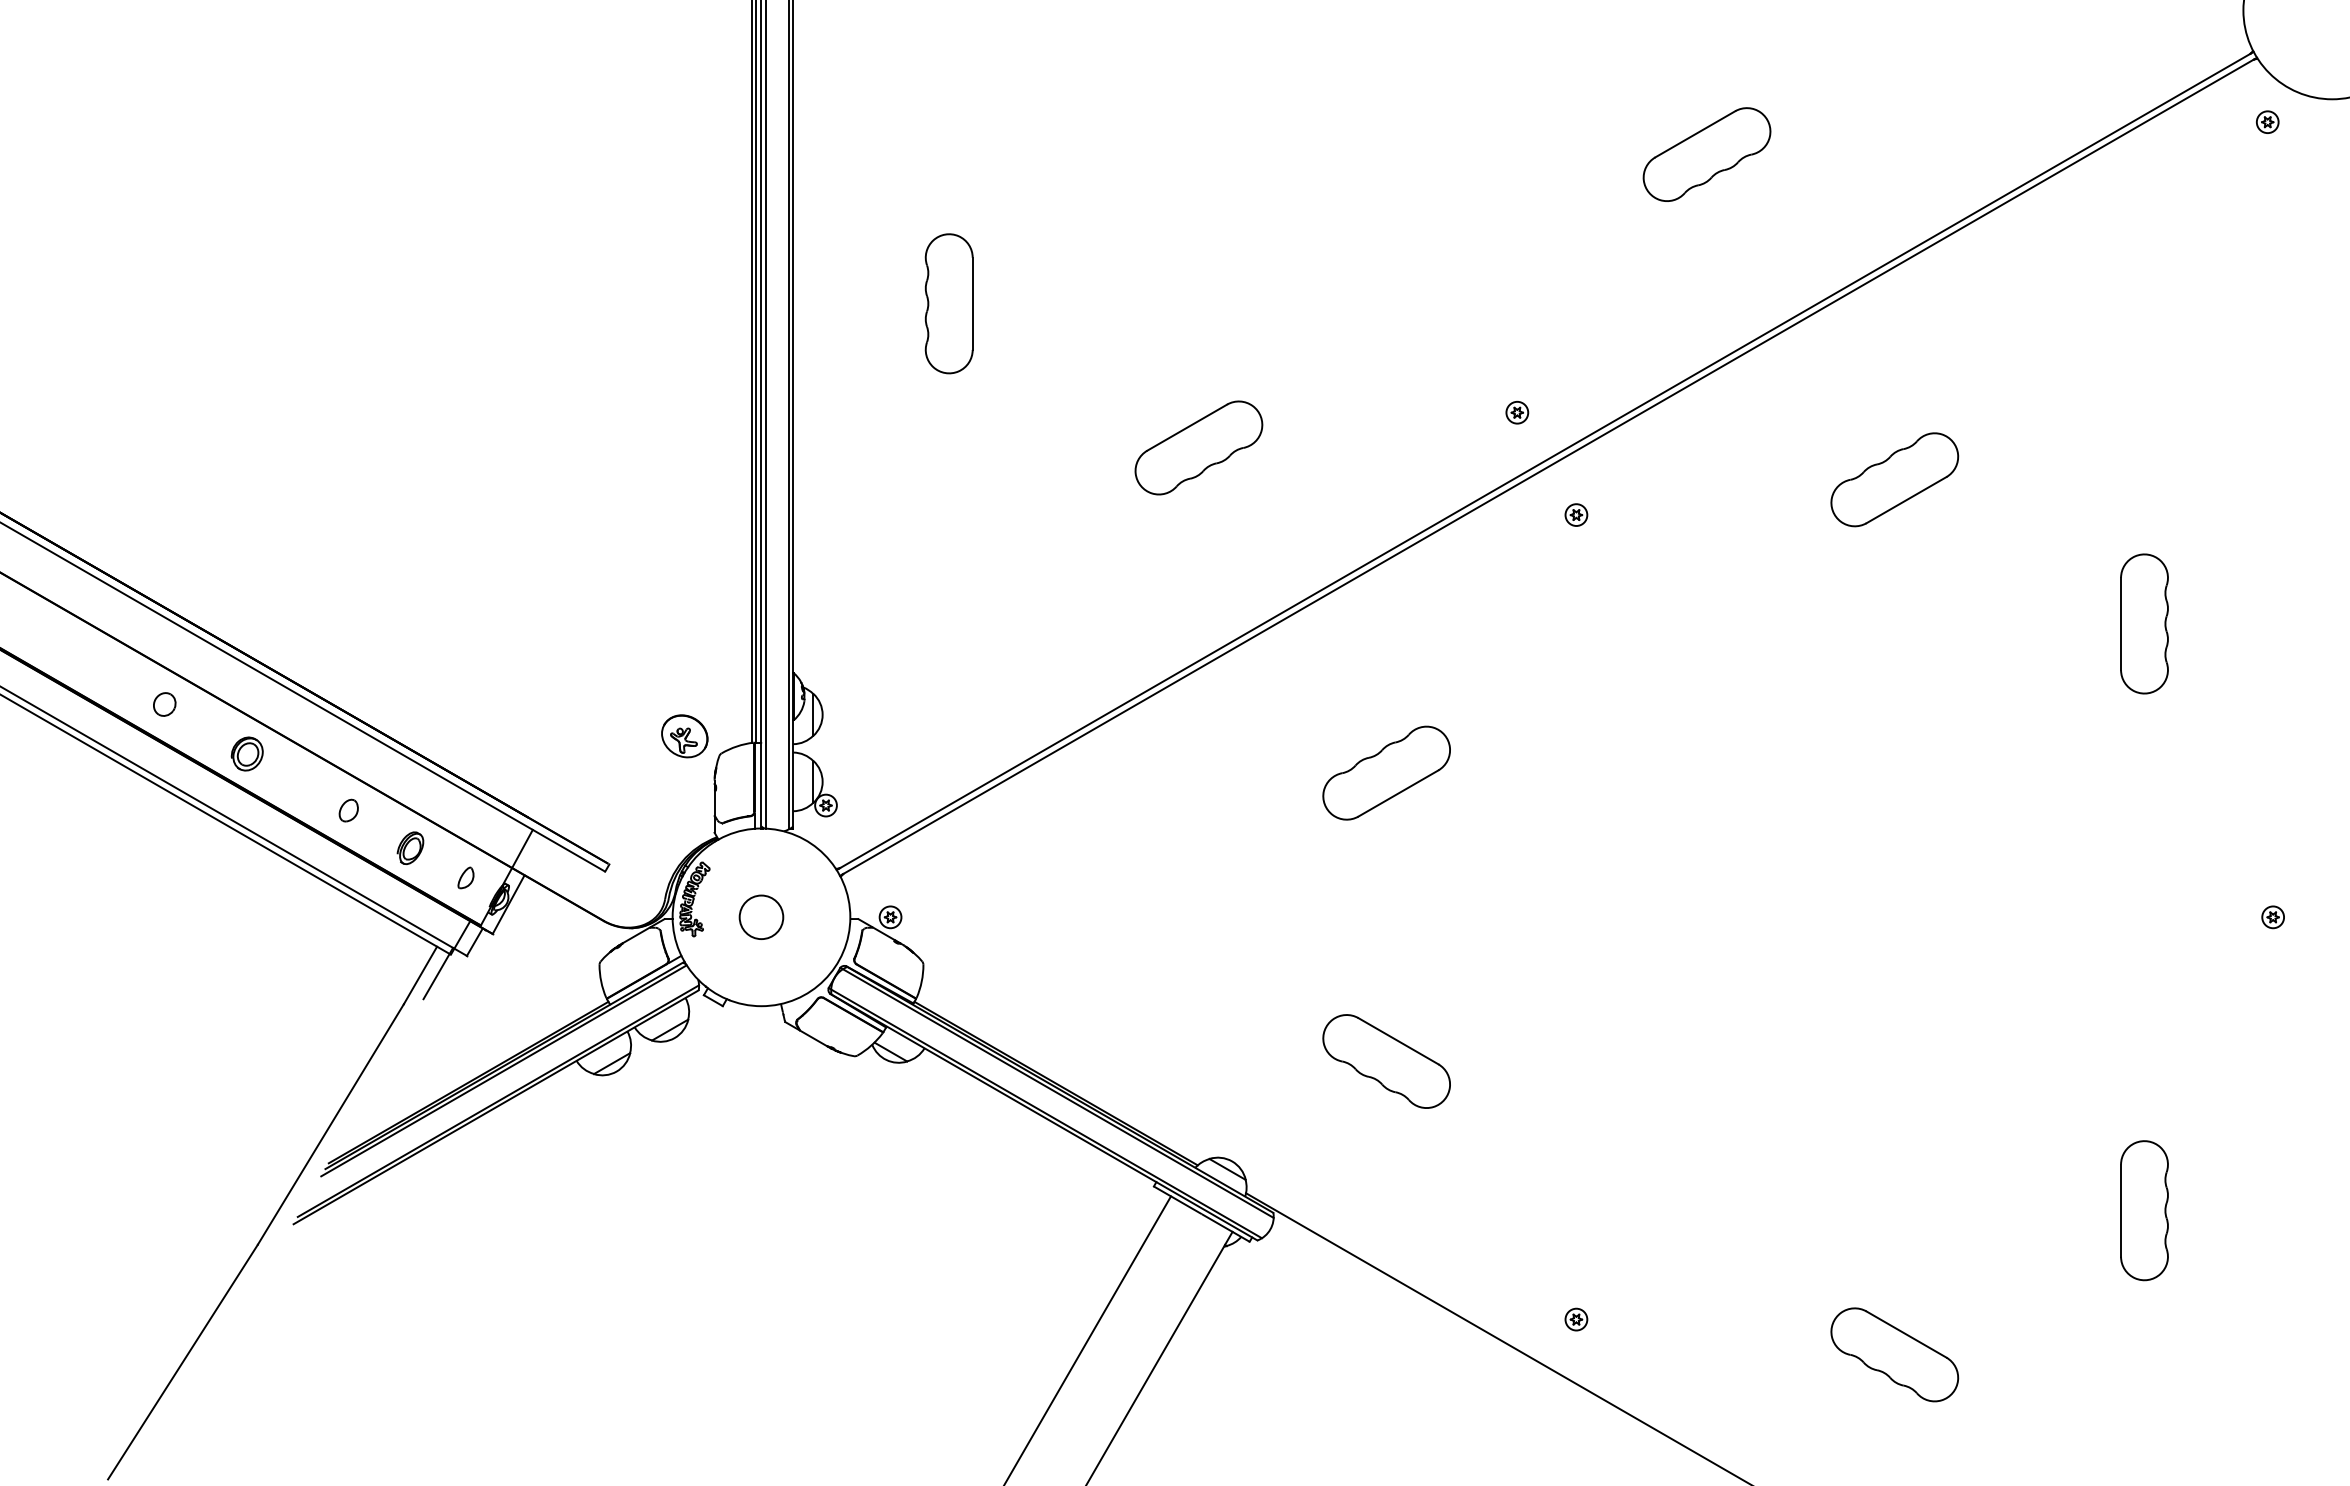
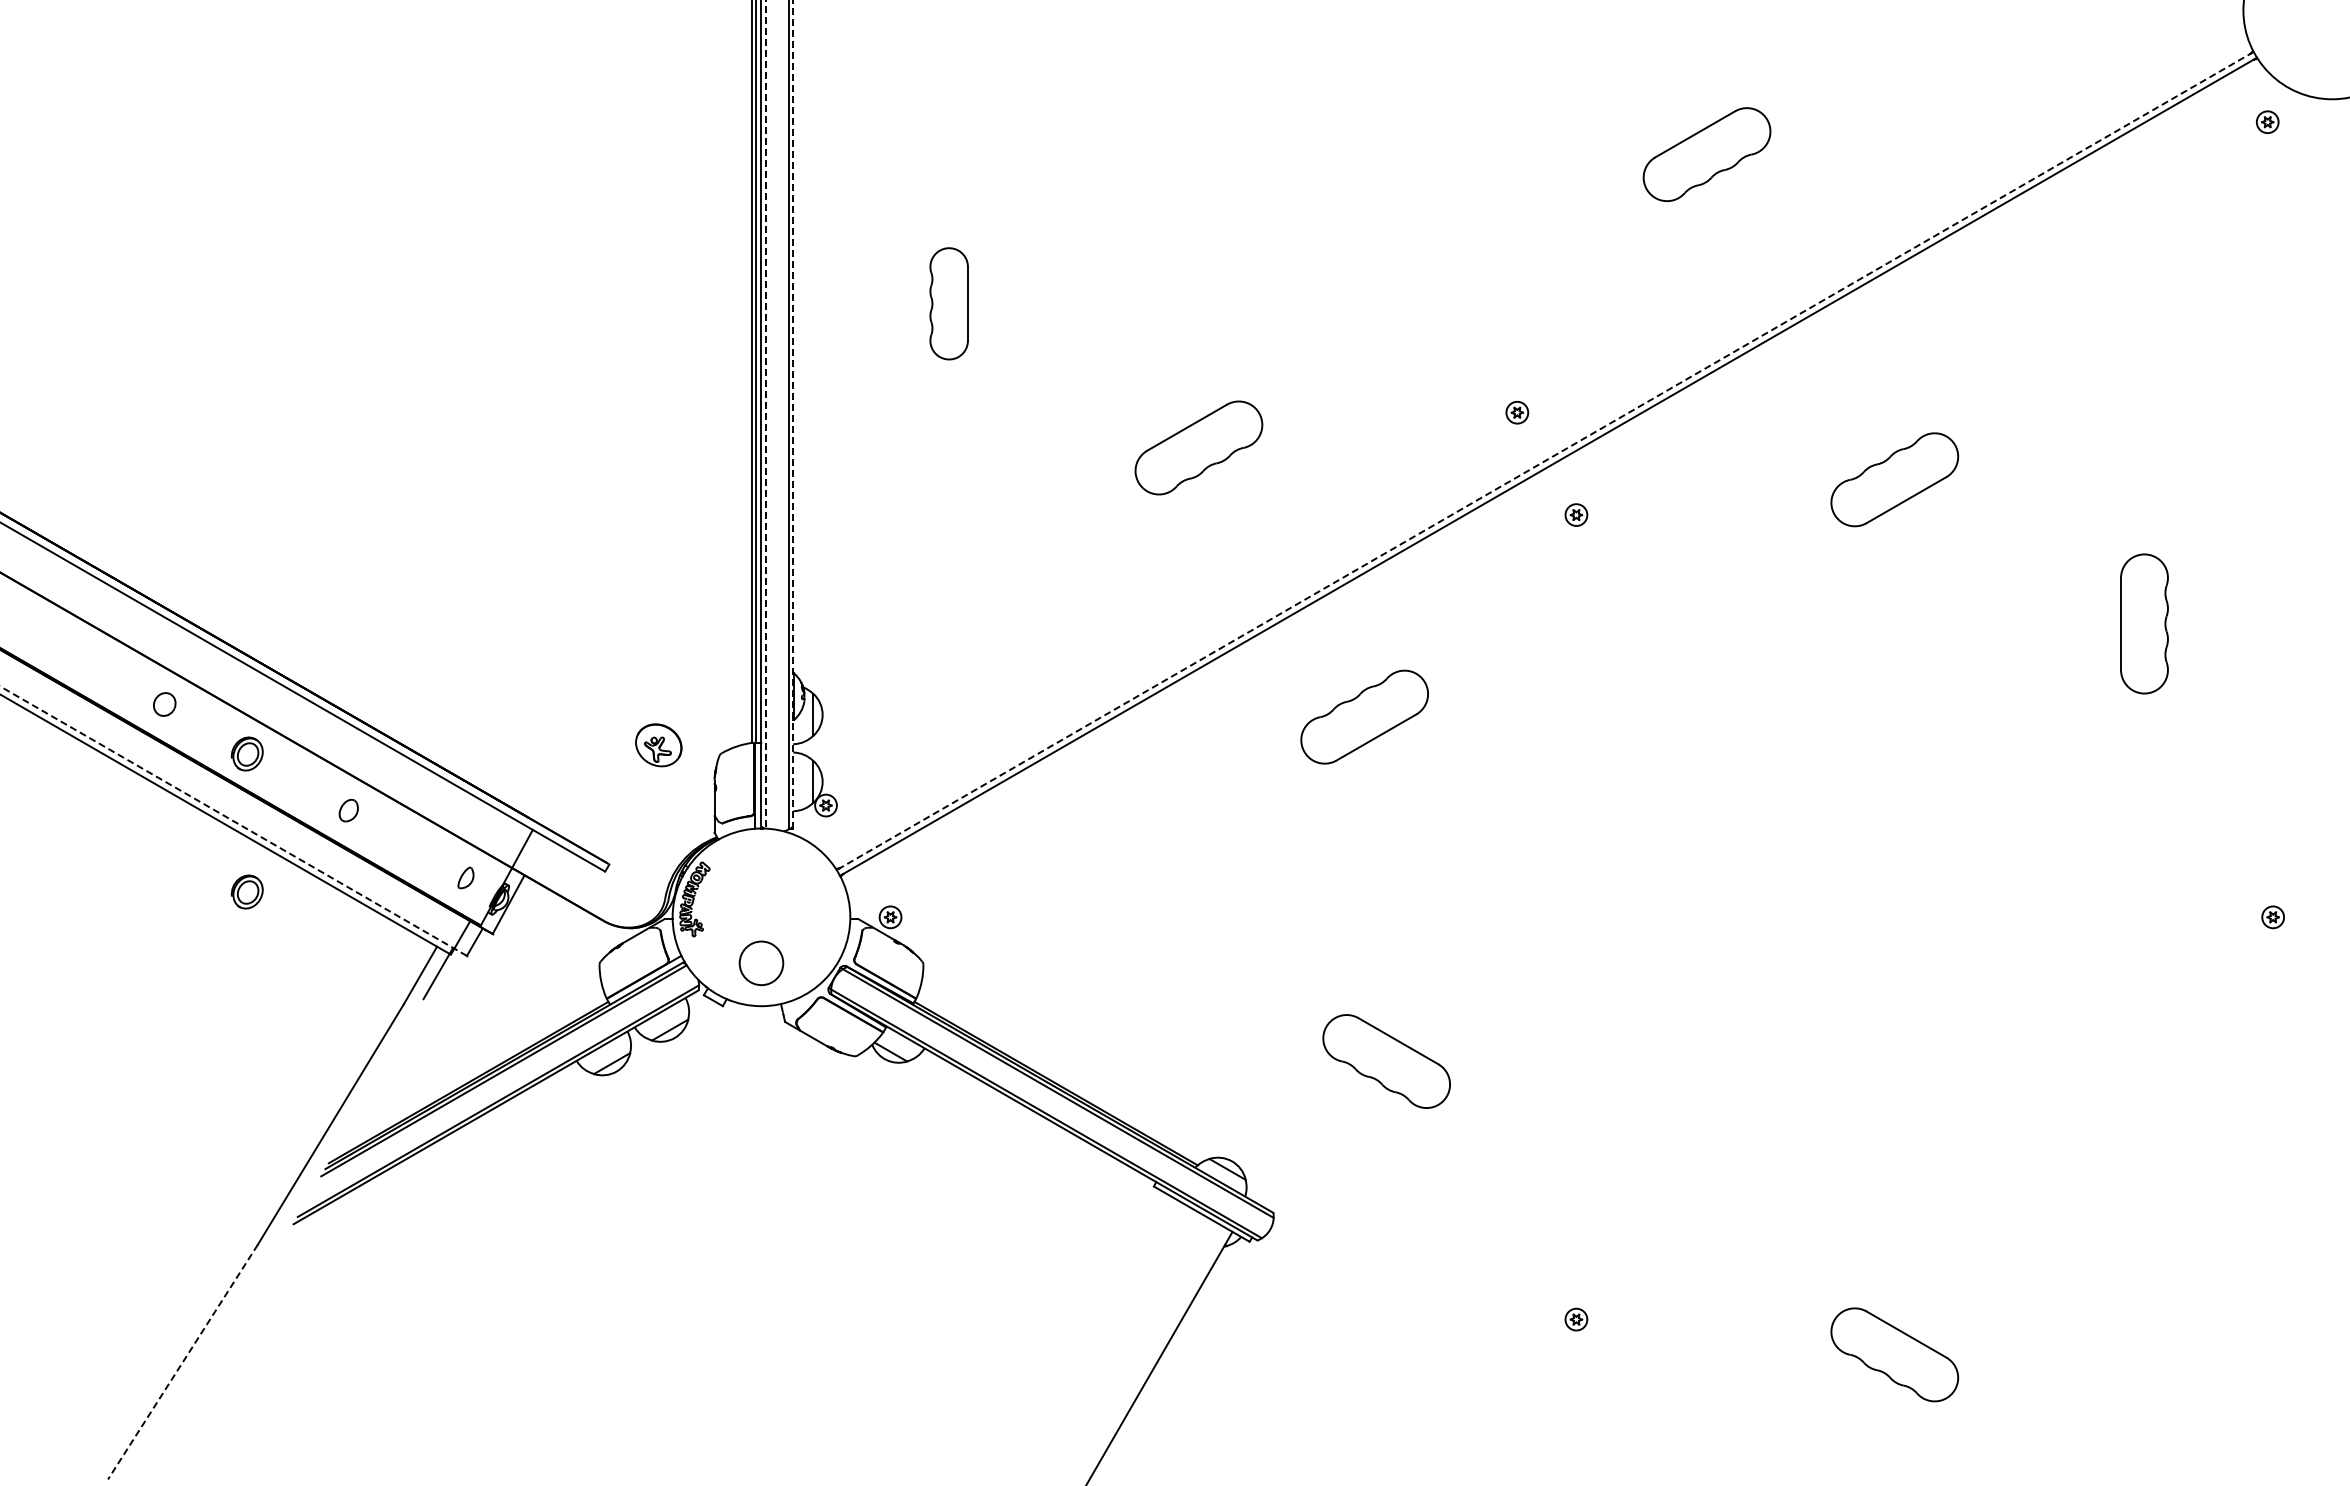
part at (948, 303) size: 50x142 px -> 40x114 px
line at (765, 414): solid -> dashed
line at (793, 414): solid -> dashed
line at (1544, 461): solid -> dashed
part at (684, 736) position: (684, 736) -> (658, 745)
part at (1386, 772) position: (1386, 772) -> (1364, 716)
line at (233, 820): solid -> dashed
part at (410, 848): present -> none
part at (246, 891): none -> present
circle at (761, 916) position: (761, 916) -> (761, 962)
part at (2144, 1210): present -> none
line at (1496, 1337): present -> none
line at (1088, 1339): present -> none
line at (182, 1362): solid -> dashed
